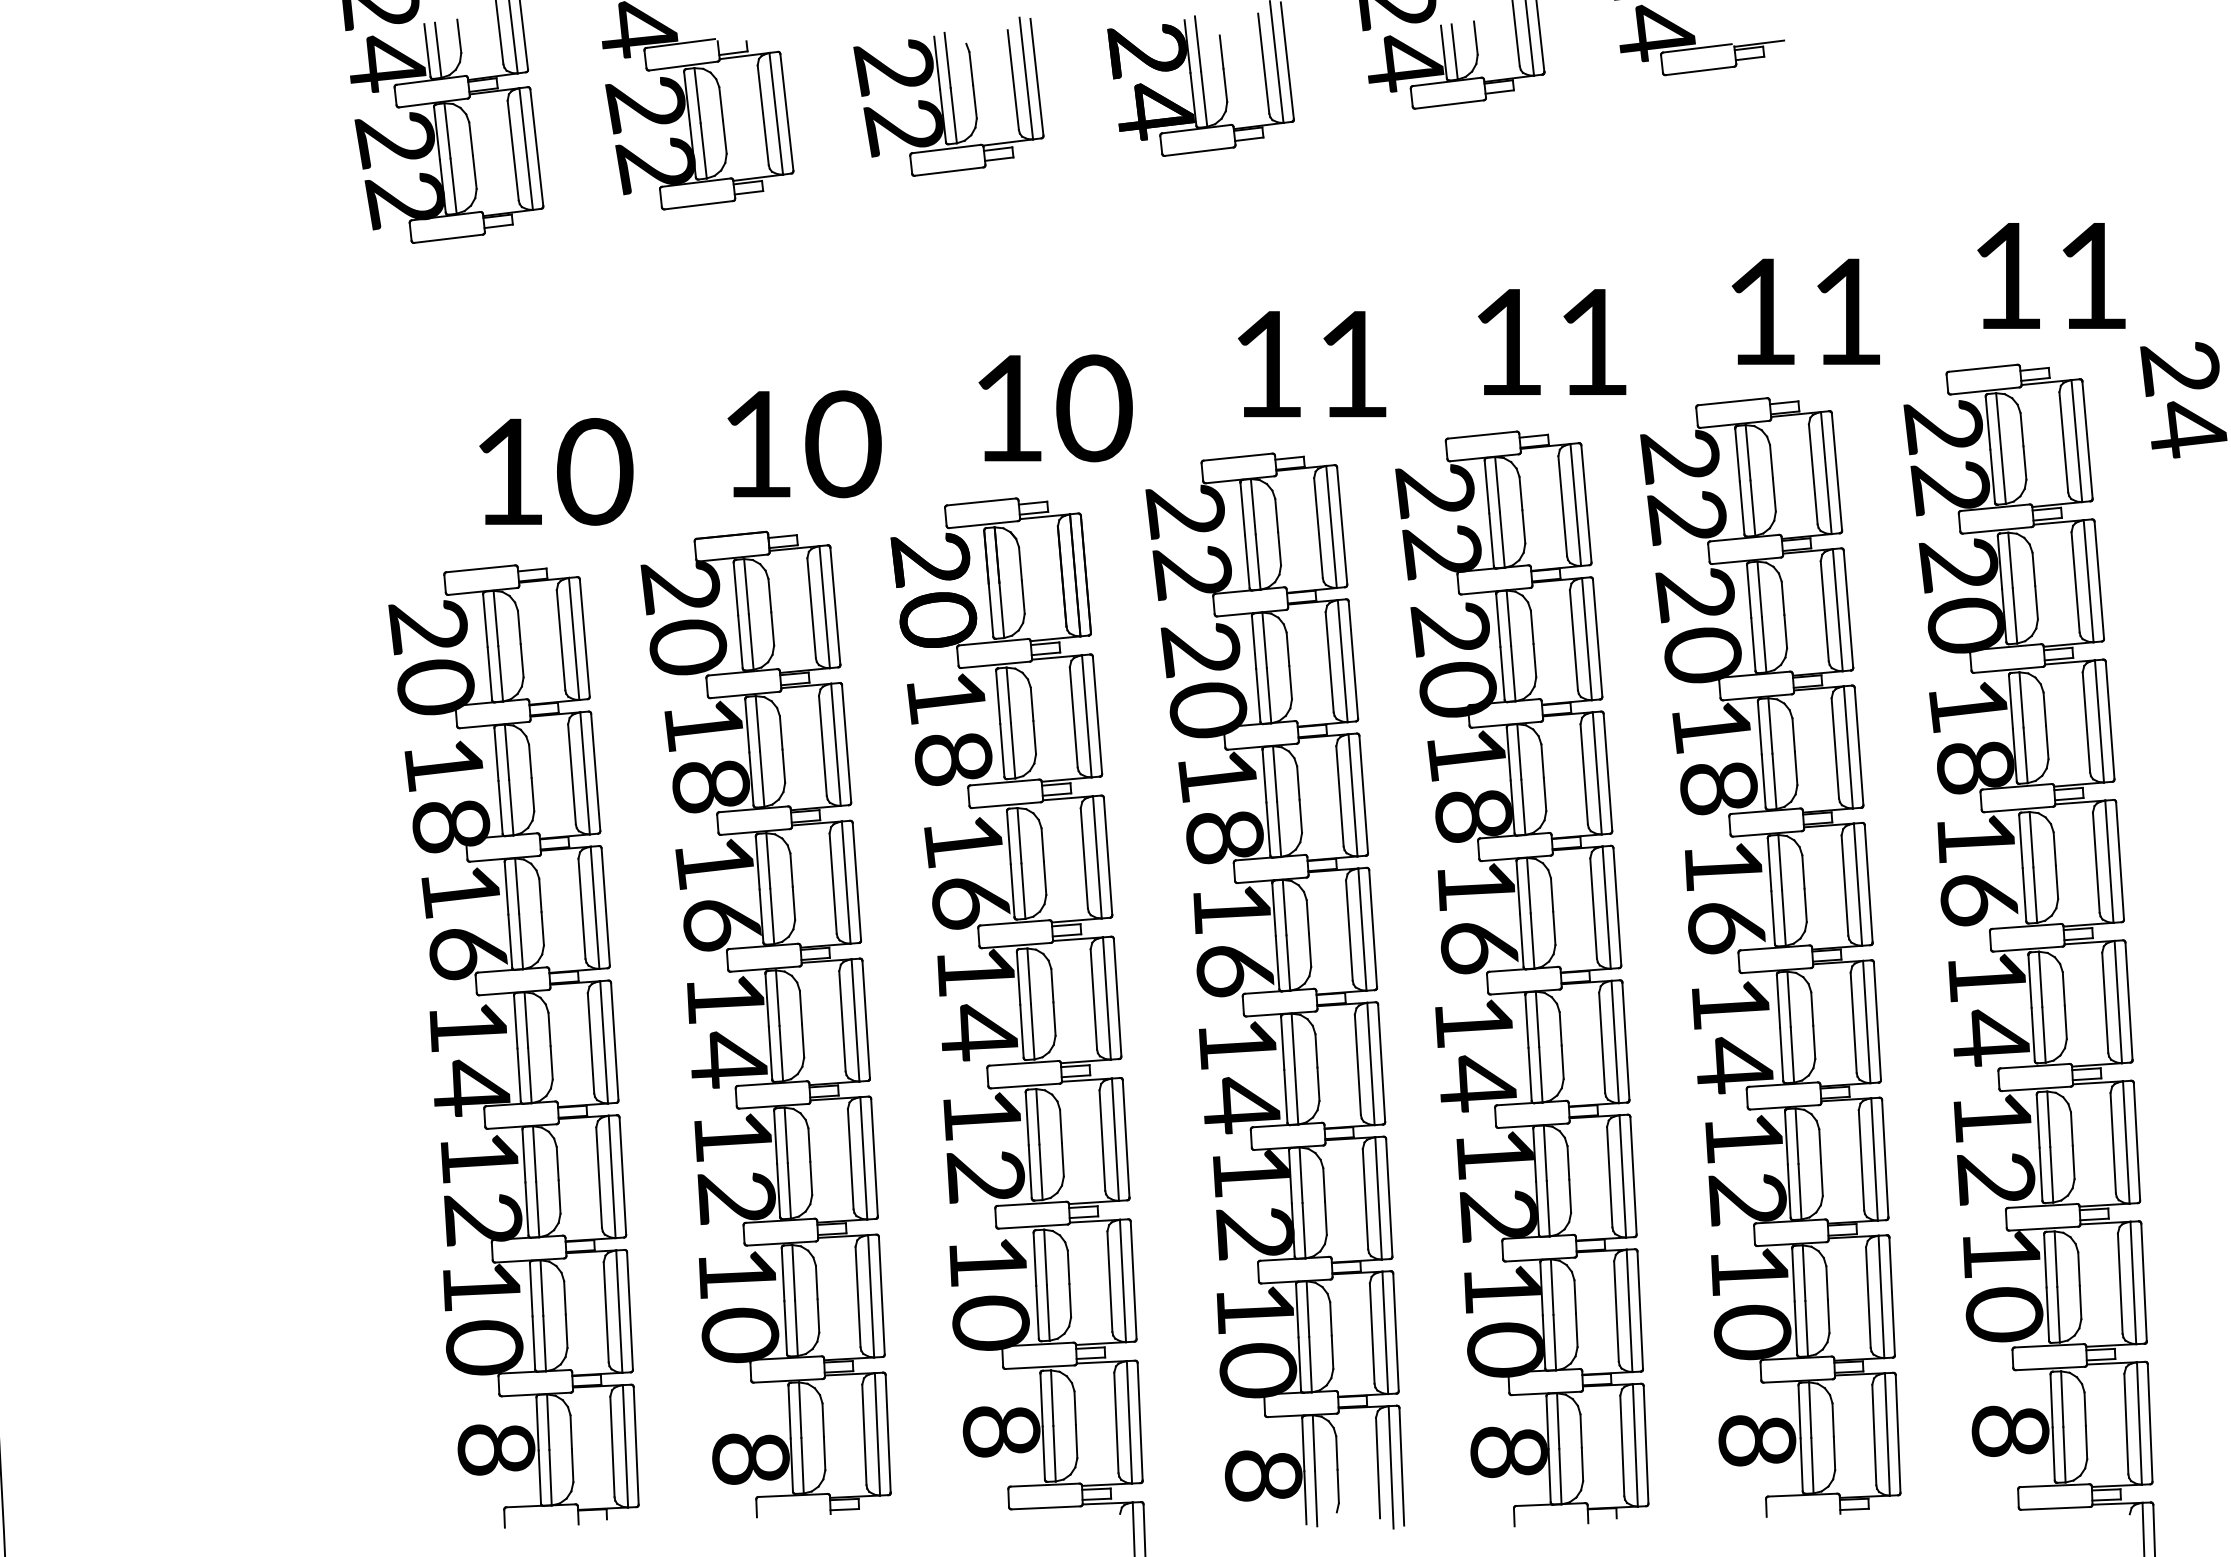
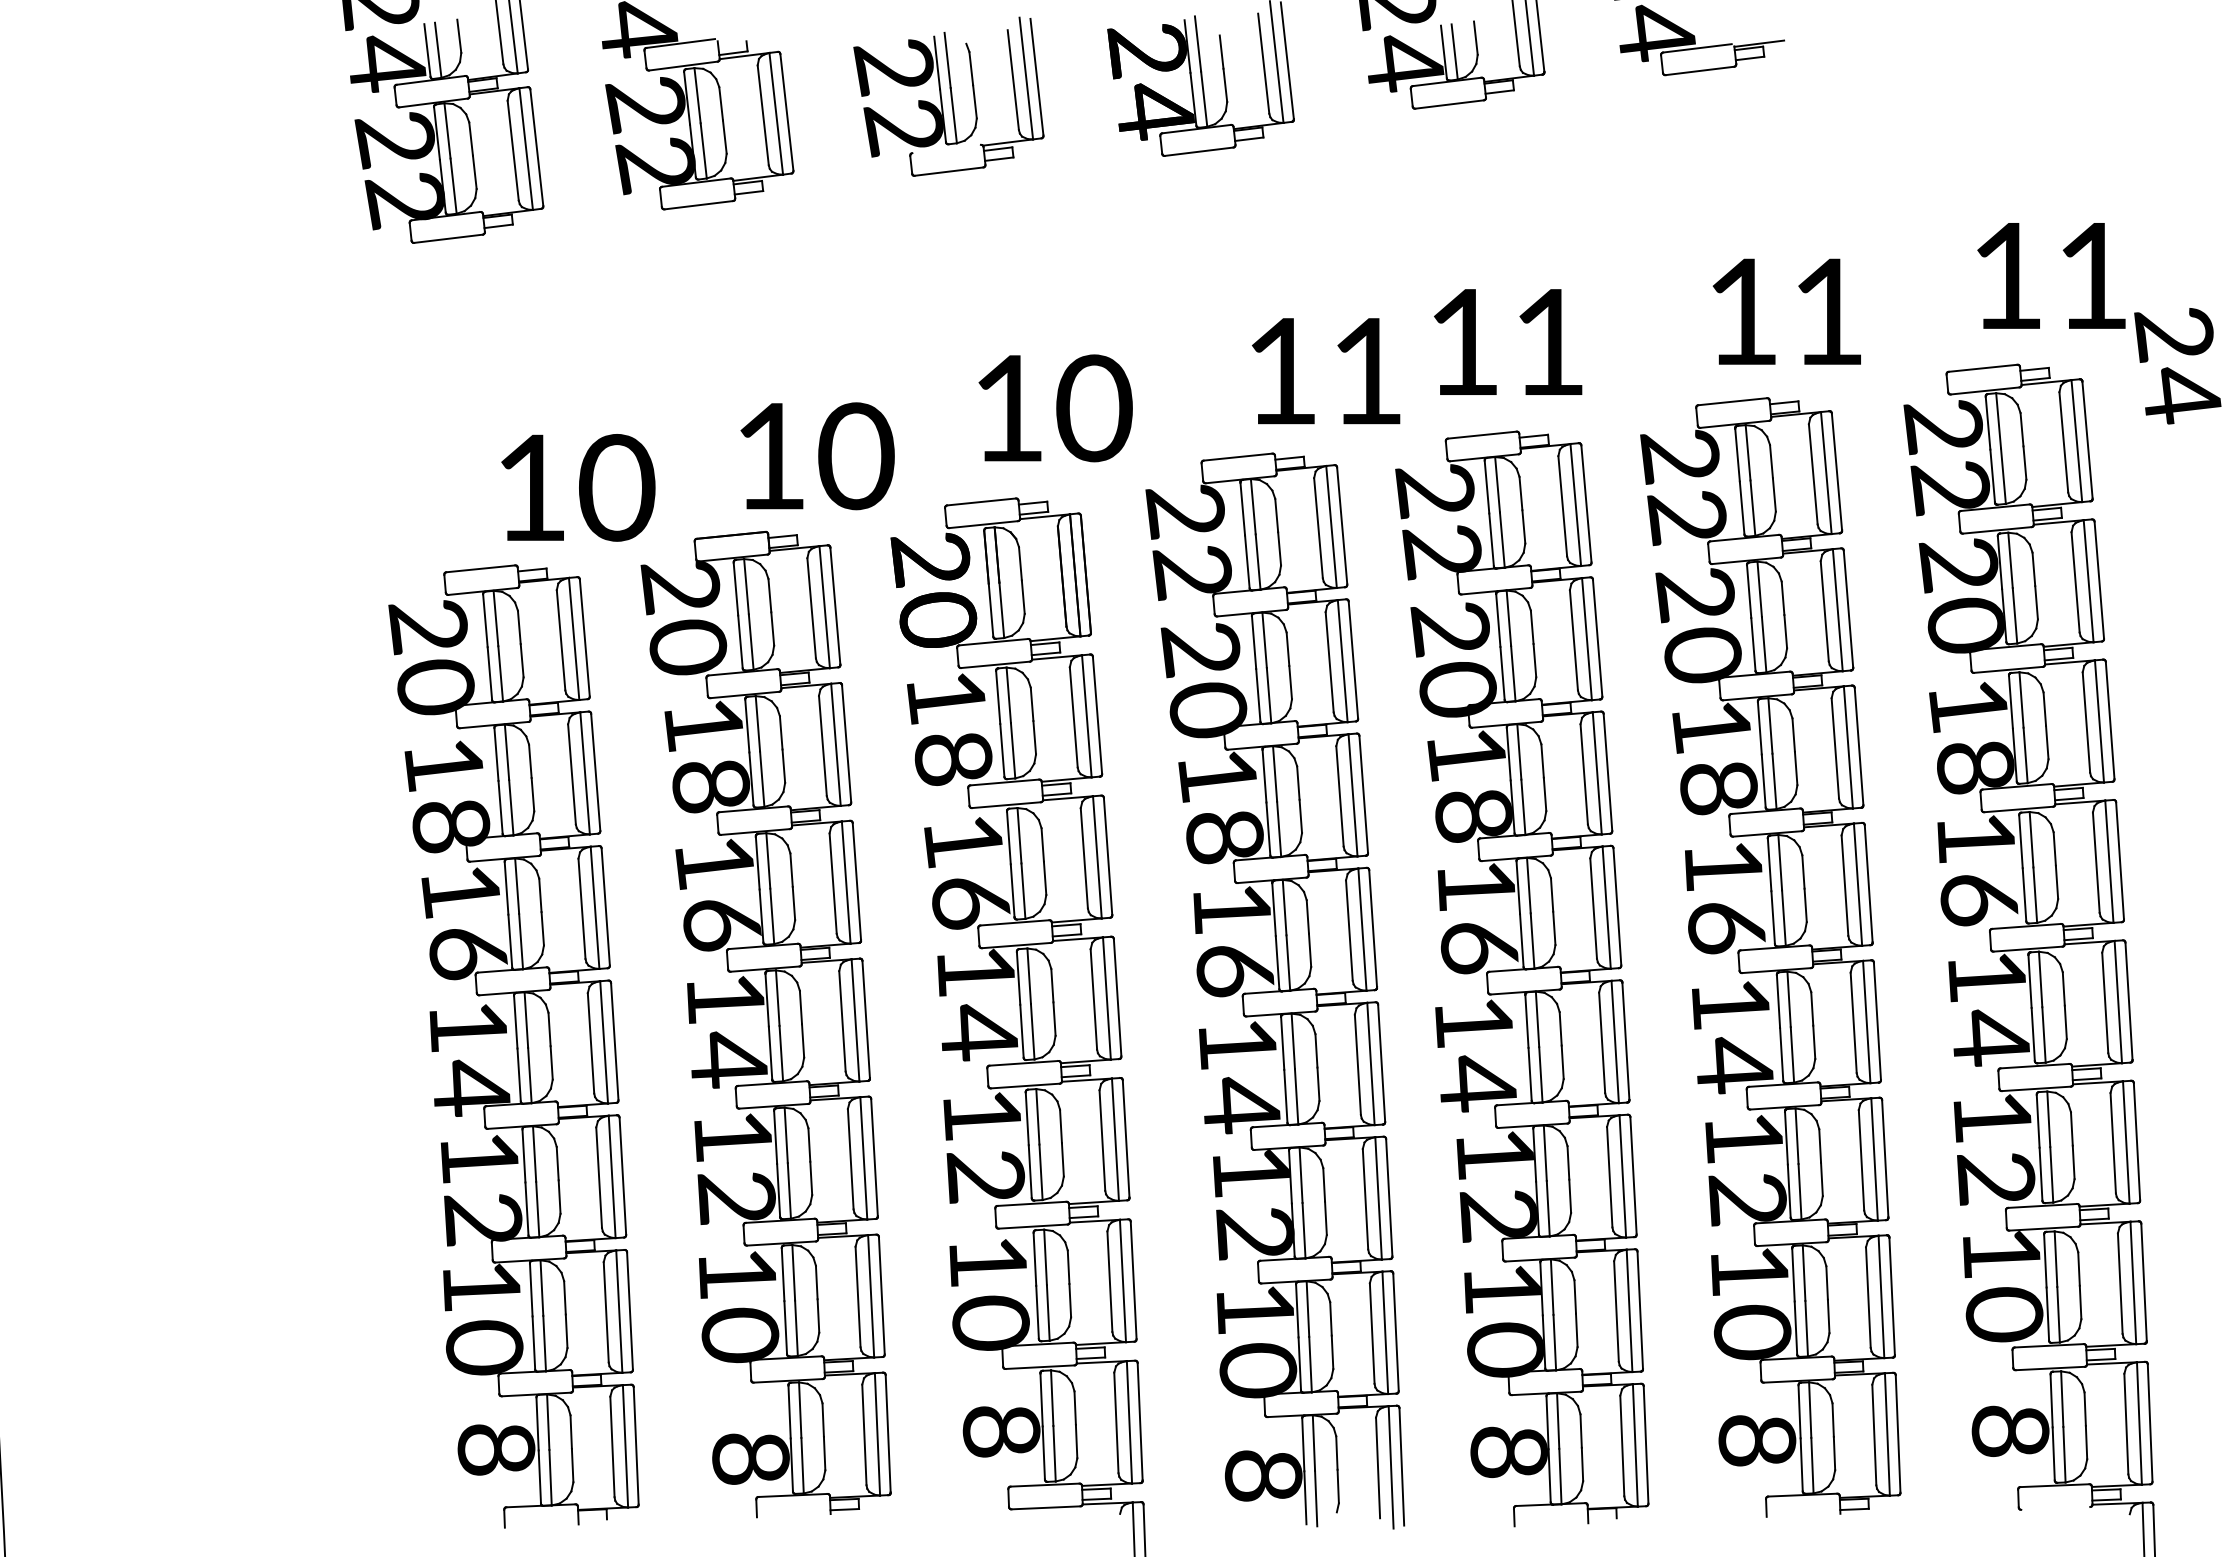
line at (946, 148): present -> none
text at (1805, 311) position: (1805, 311) -> (1786, 311)
text at (1552, 341) position: (1552, 341) -> (1508, 341)
text at (1312, 364) position: (1312, 364) -> (1326, 371)
text at (2183, 400) position: (2183, 400) -> (2177, 366)
text at (804, 444) position: (804, 444) -> (817, 456)
text at (556, 471) position: (556, 471) -> (578, 487)
line at (2055, 1507): present -> none
